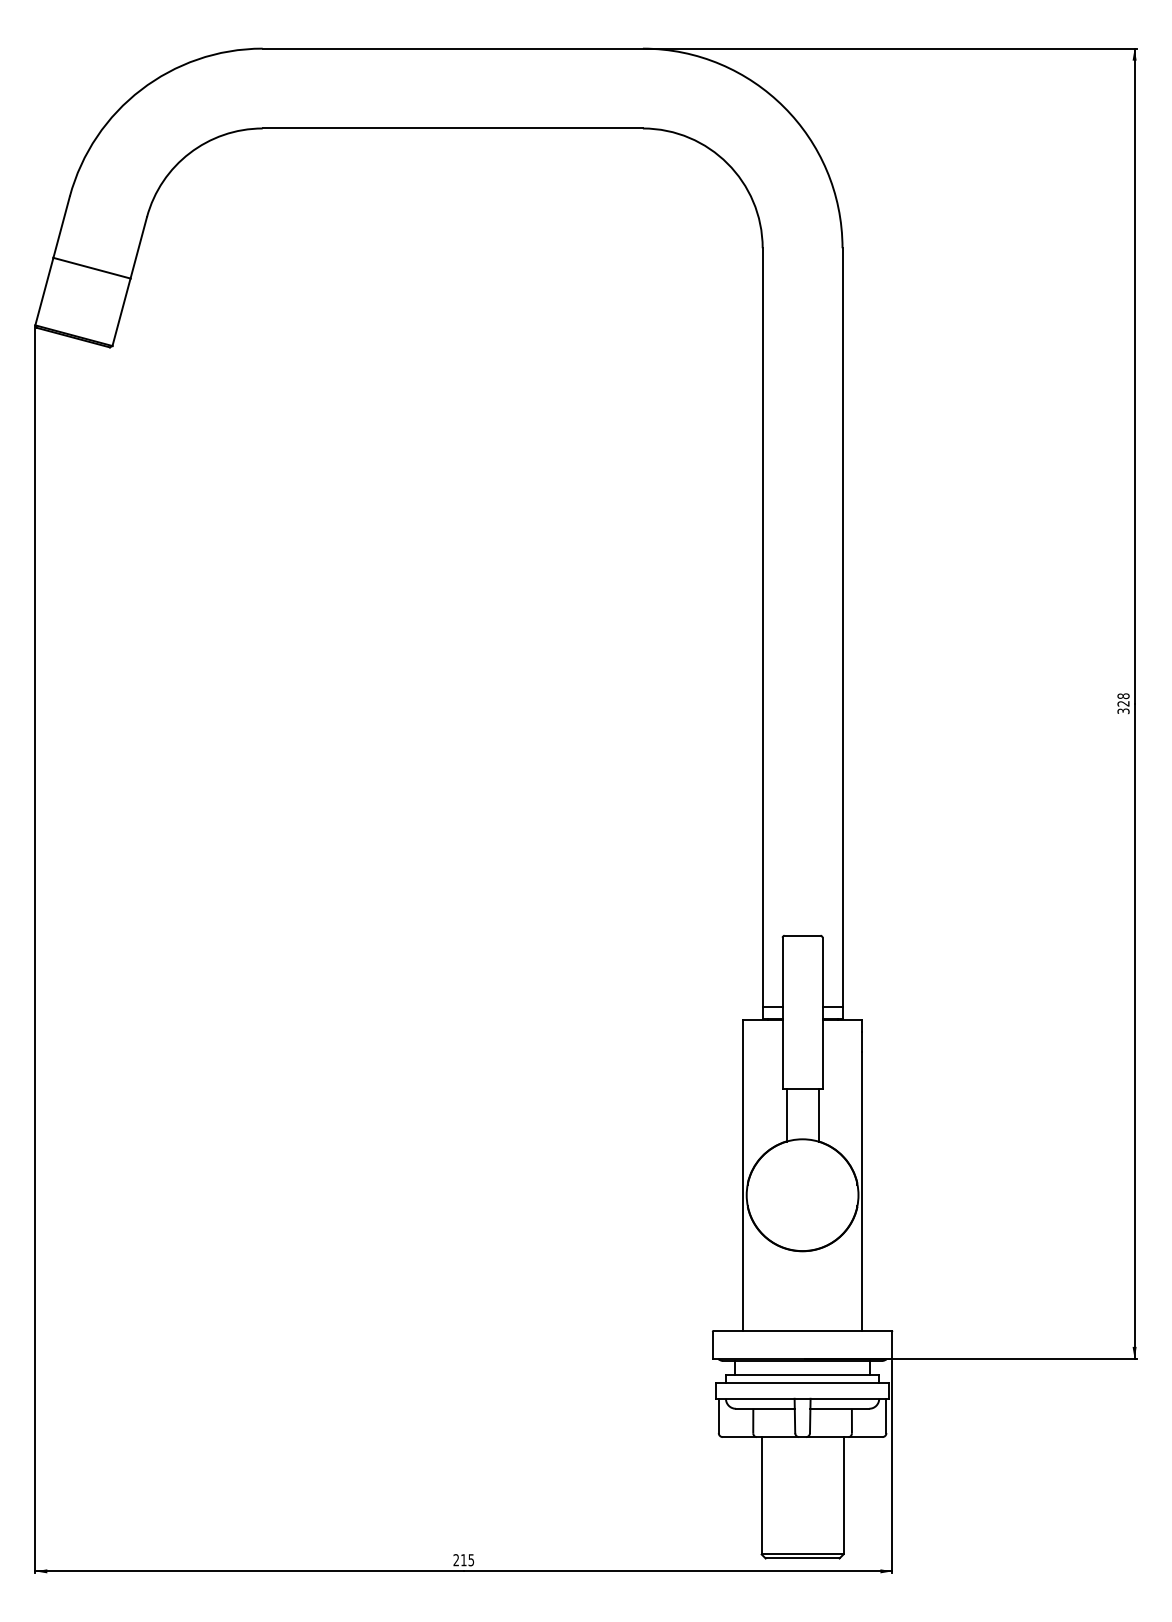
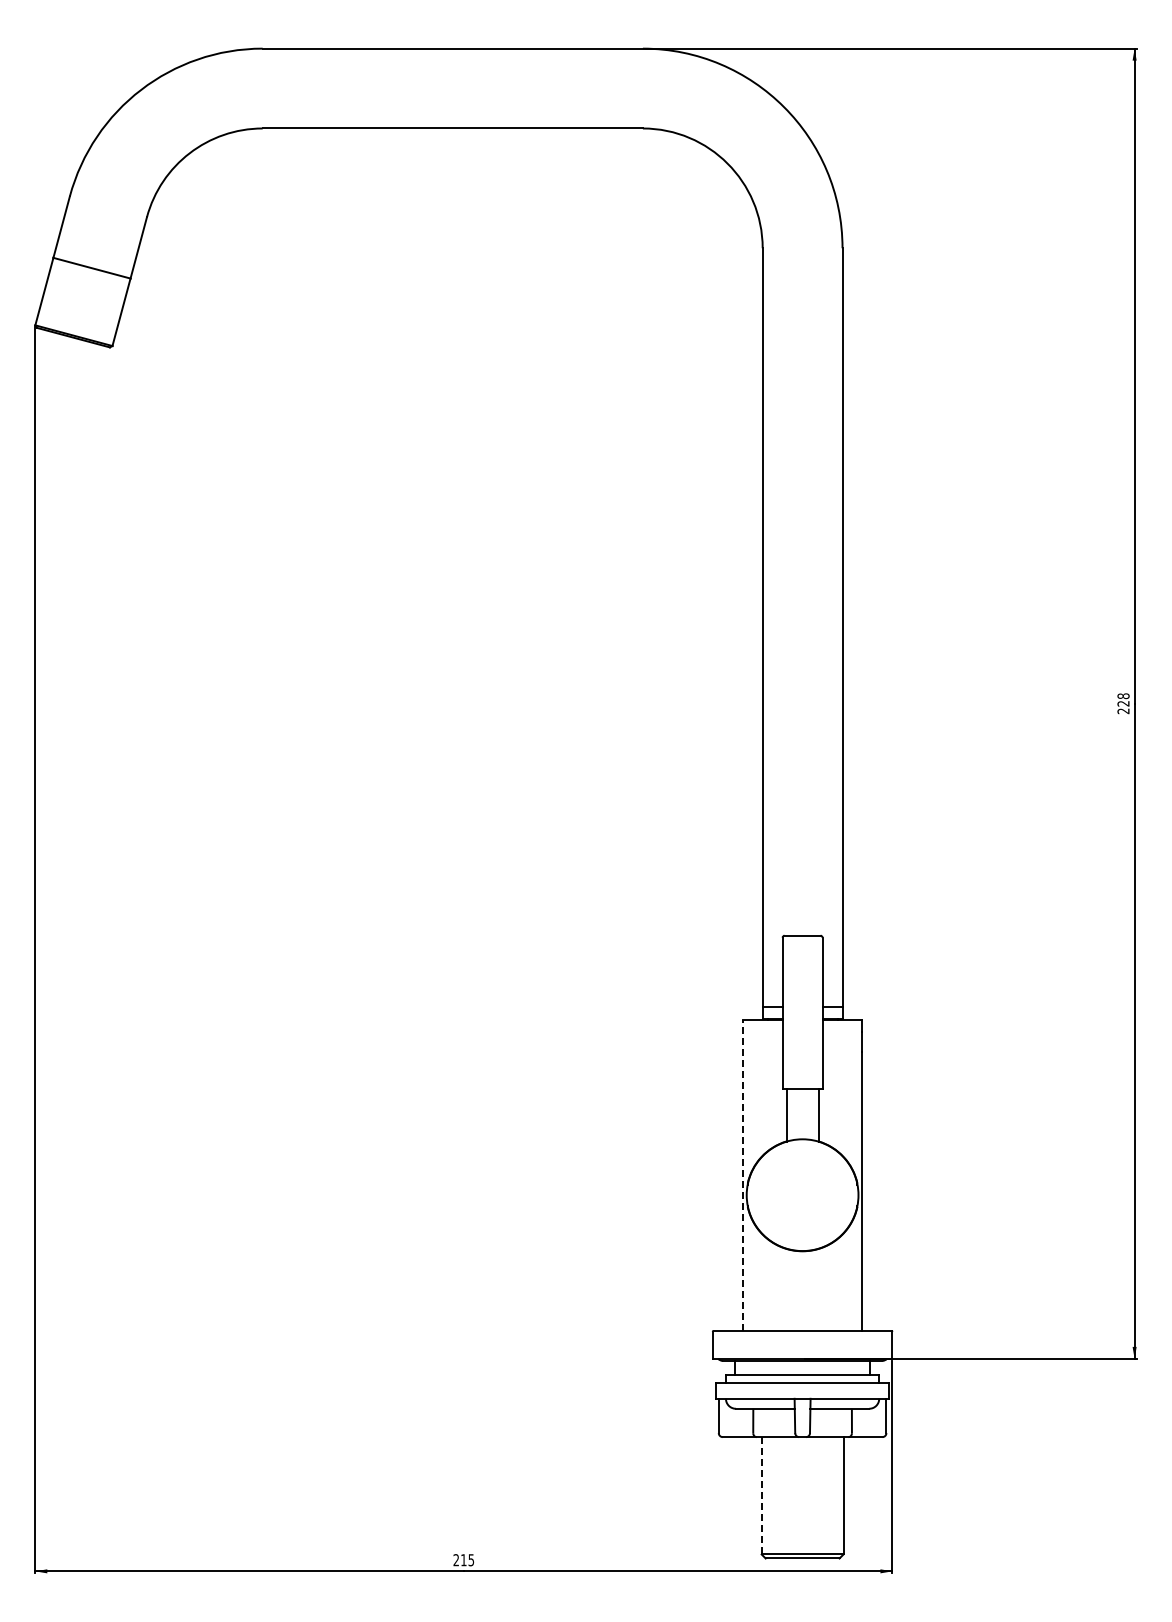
text at (1123, 711): 328 -> 228
line at (742, 1175): solid -> dashed
line at (761, 1495): solid -> dashed
